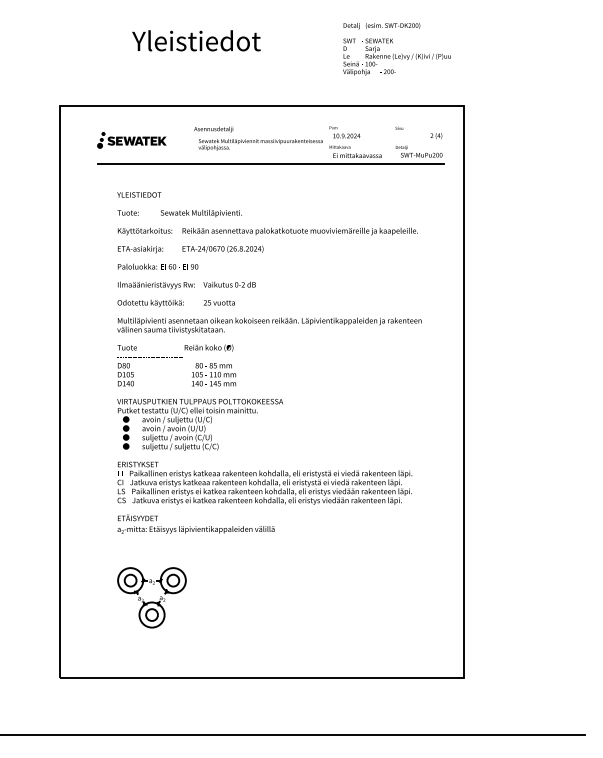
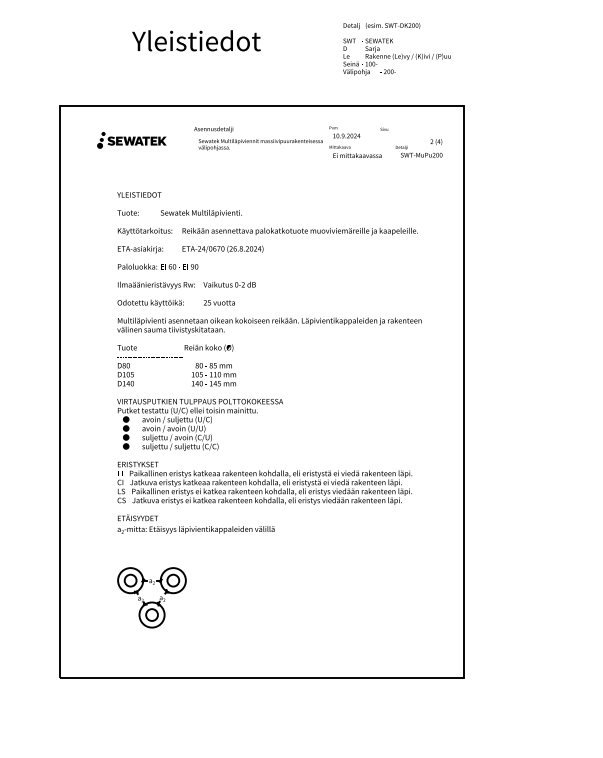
text at (399, 127) position: (399, 127) -> (384, 128)
text at (436, 135) position: (436, 135) -> (436, 141)
line at (270, 164): present -> none
line at (293, 735): present -> none
